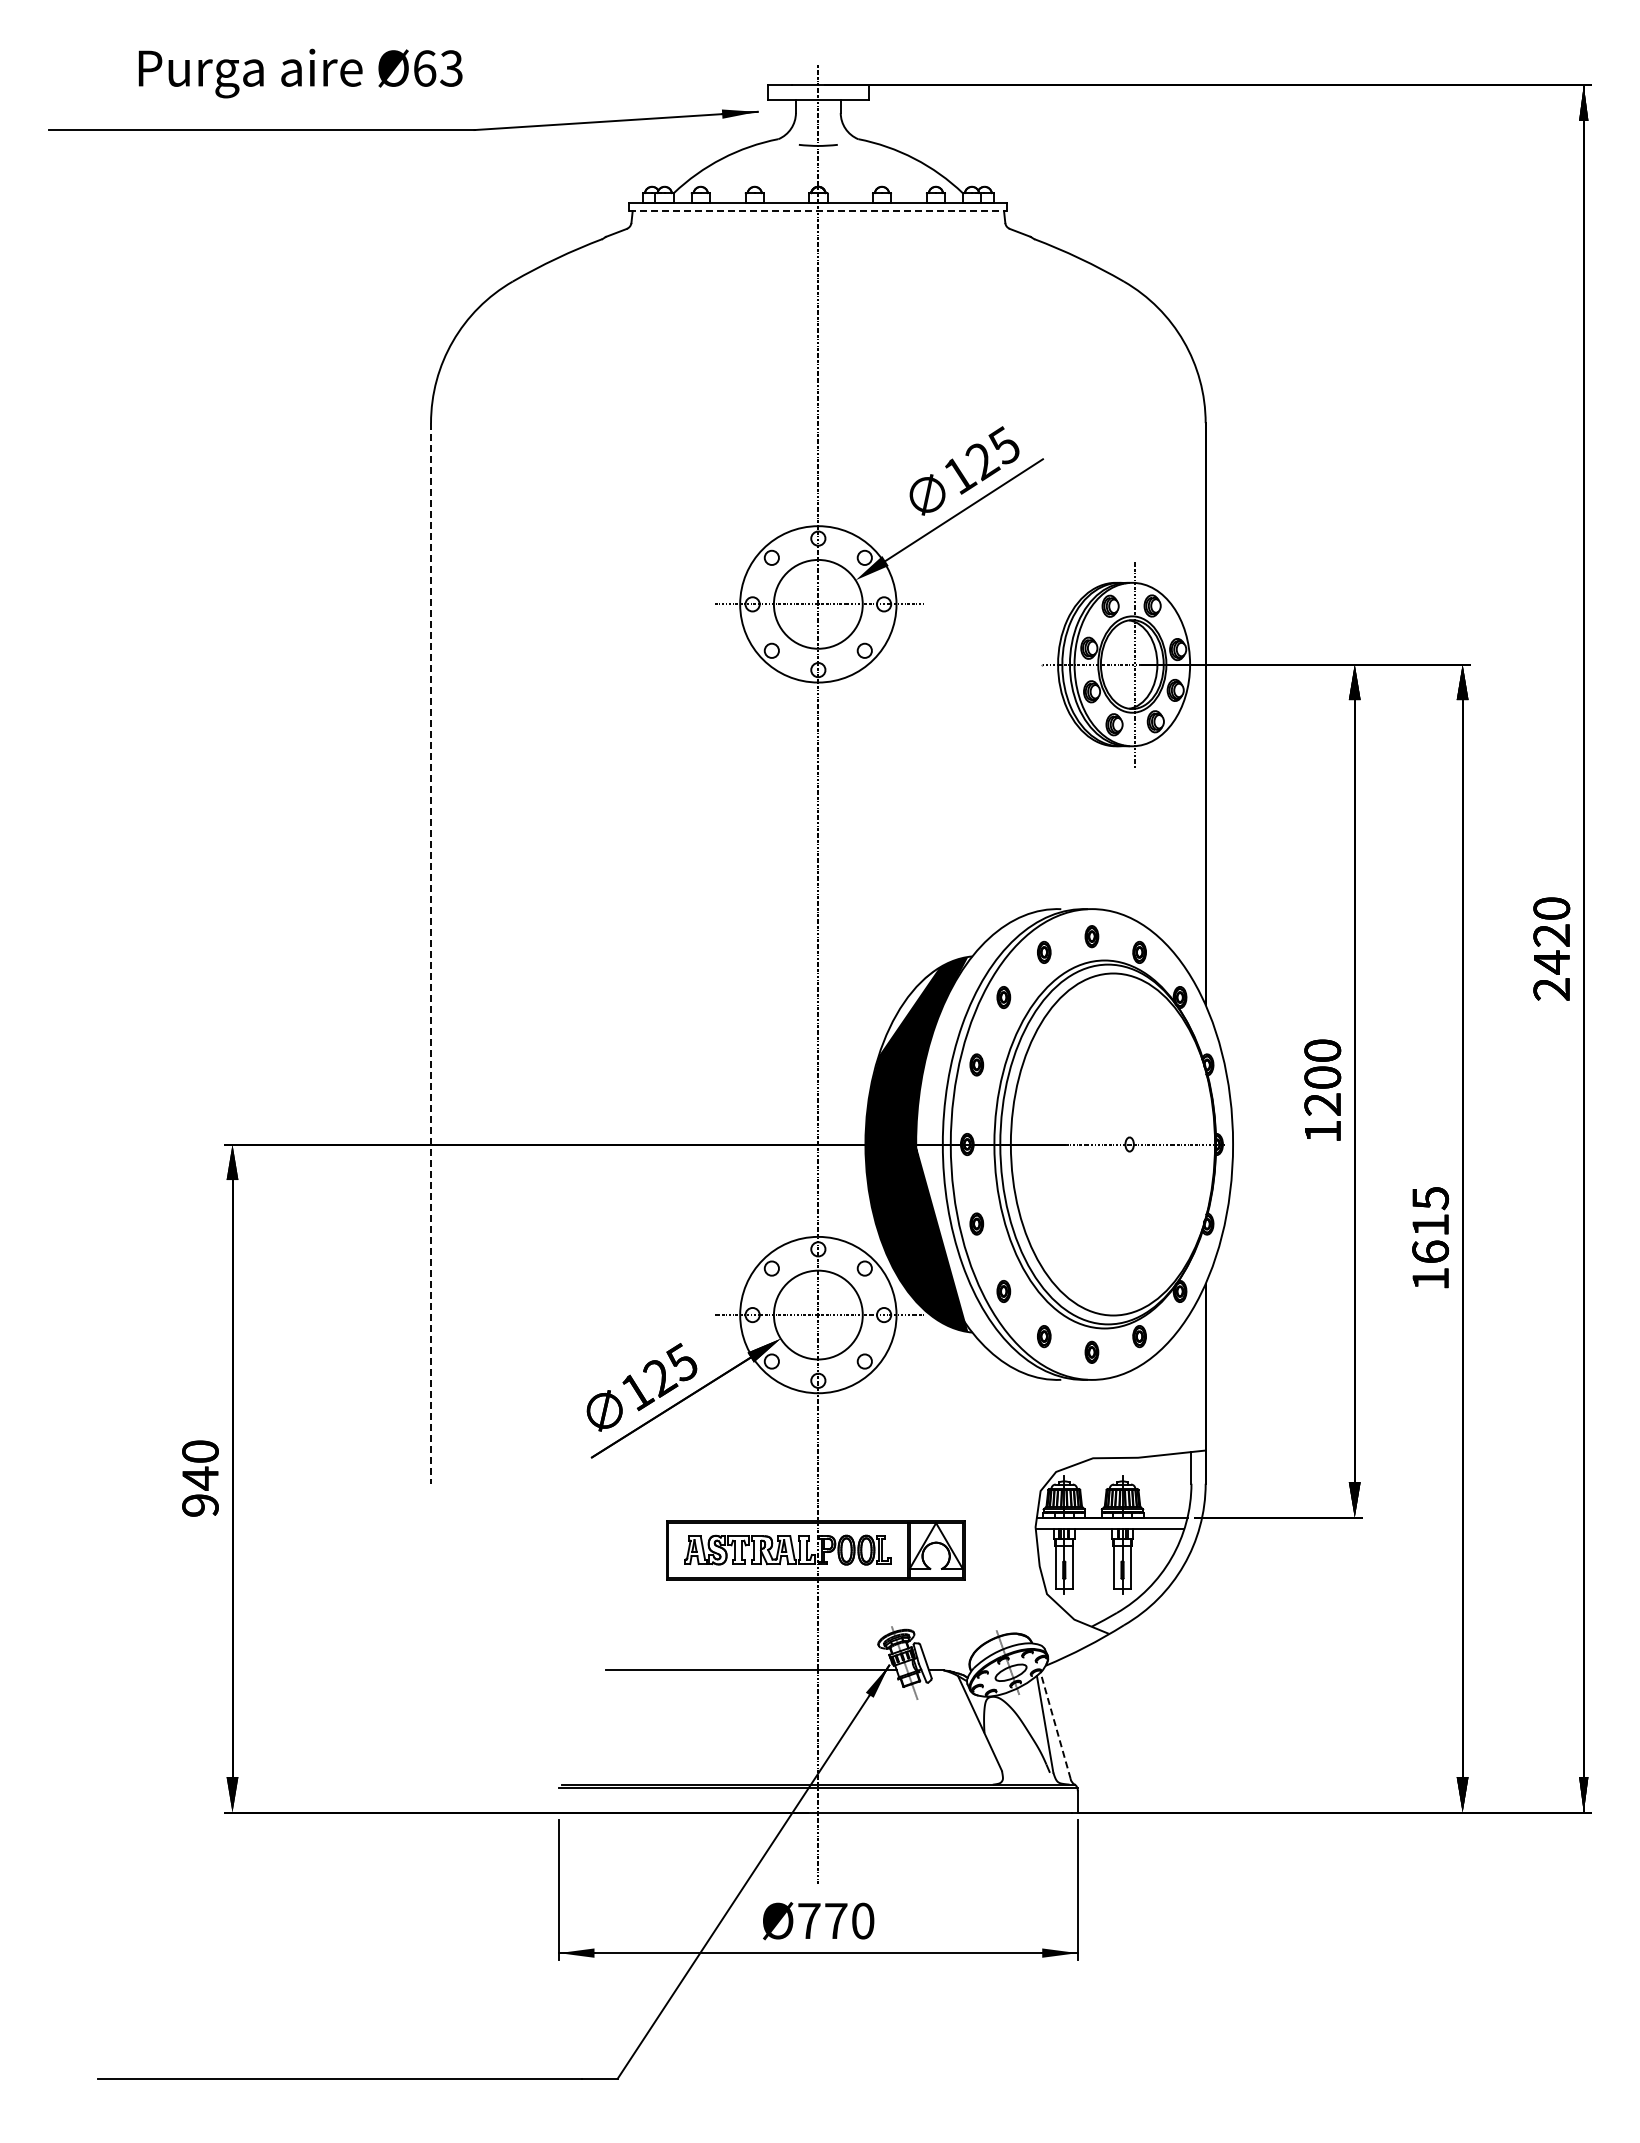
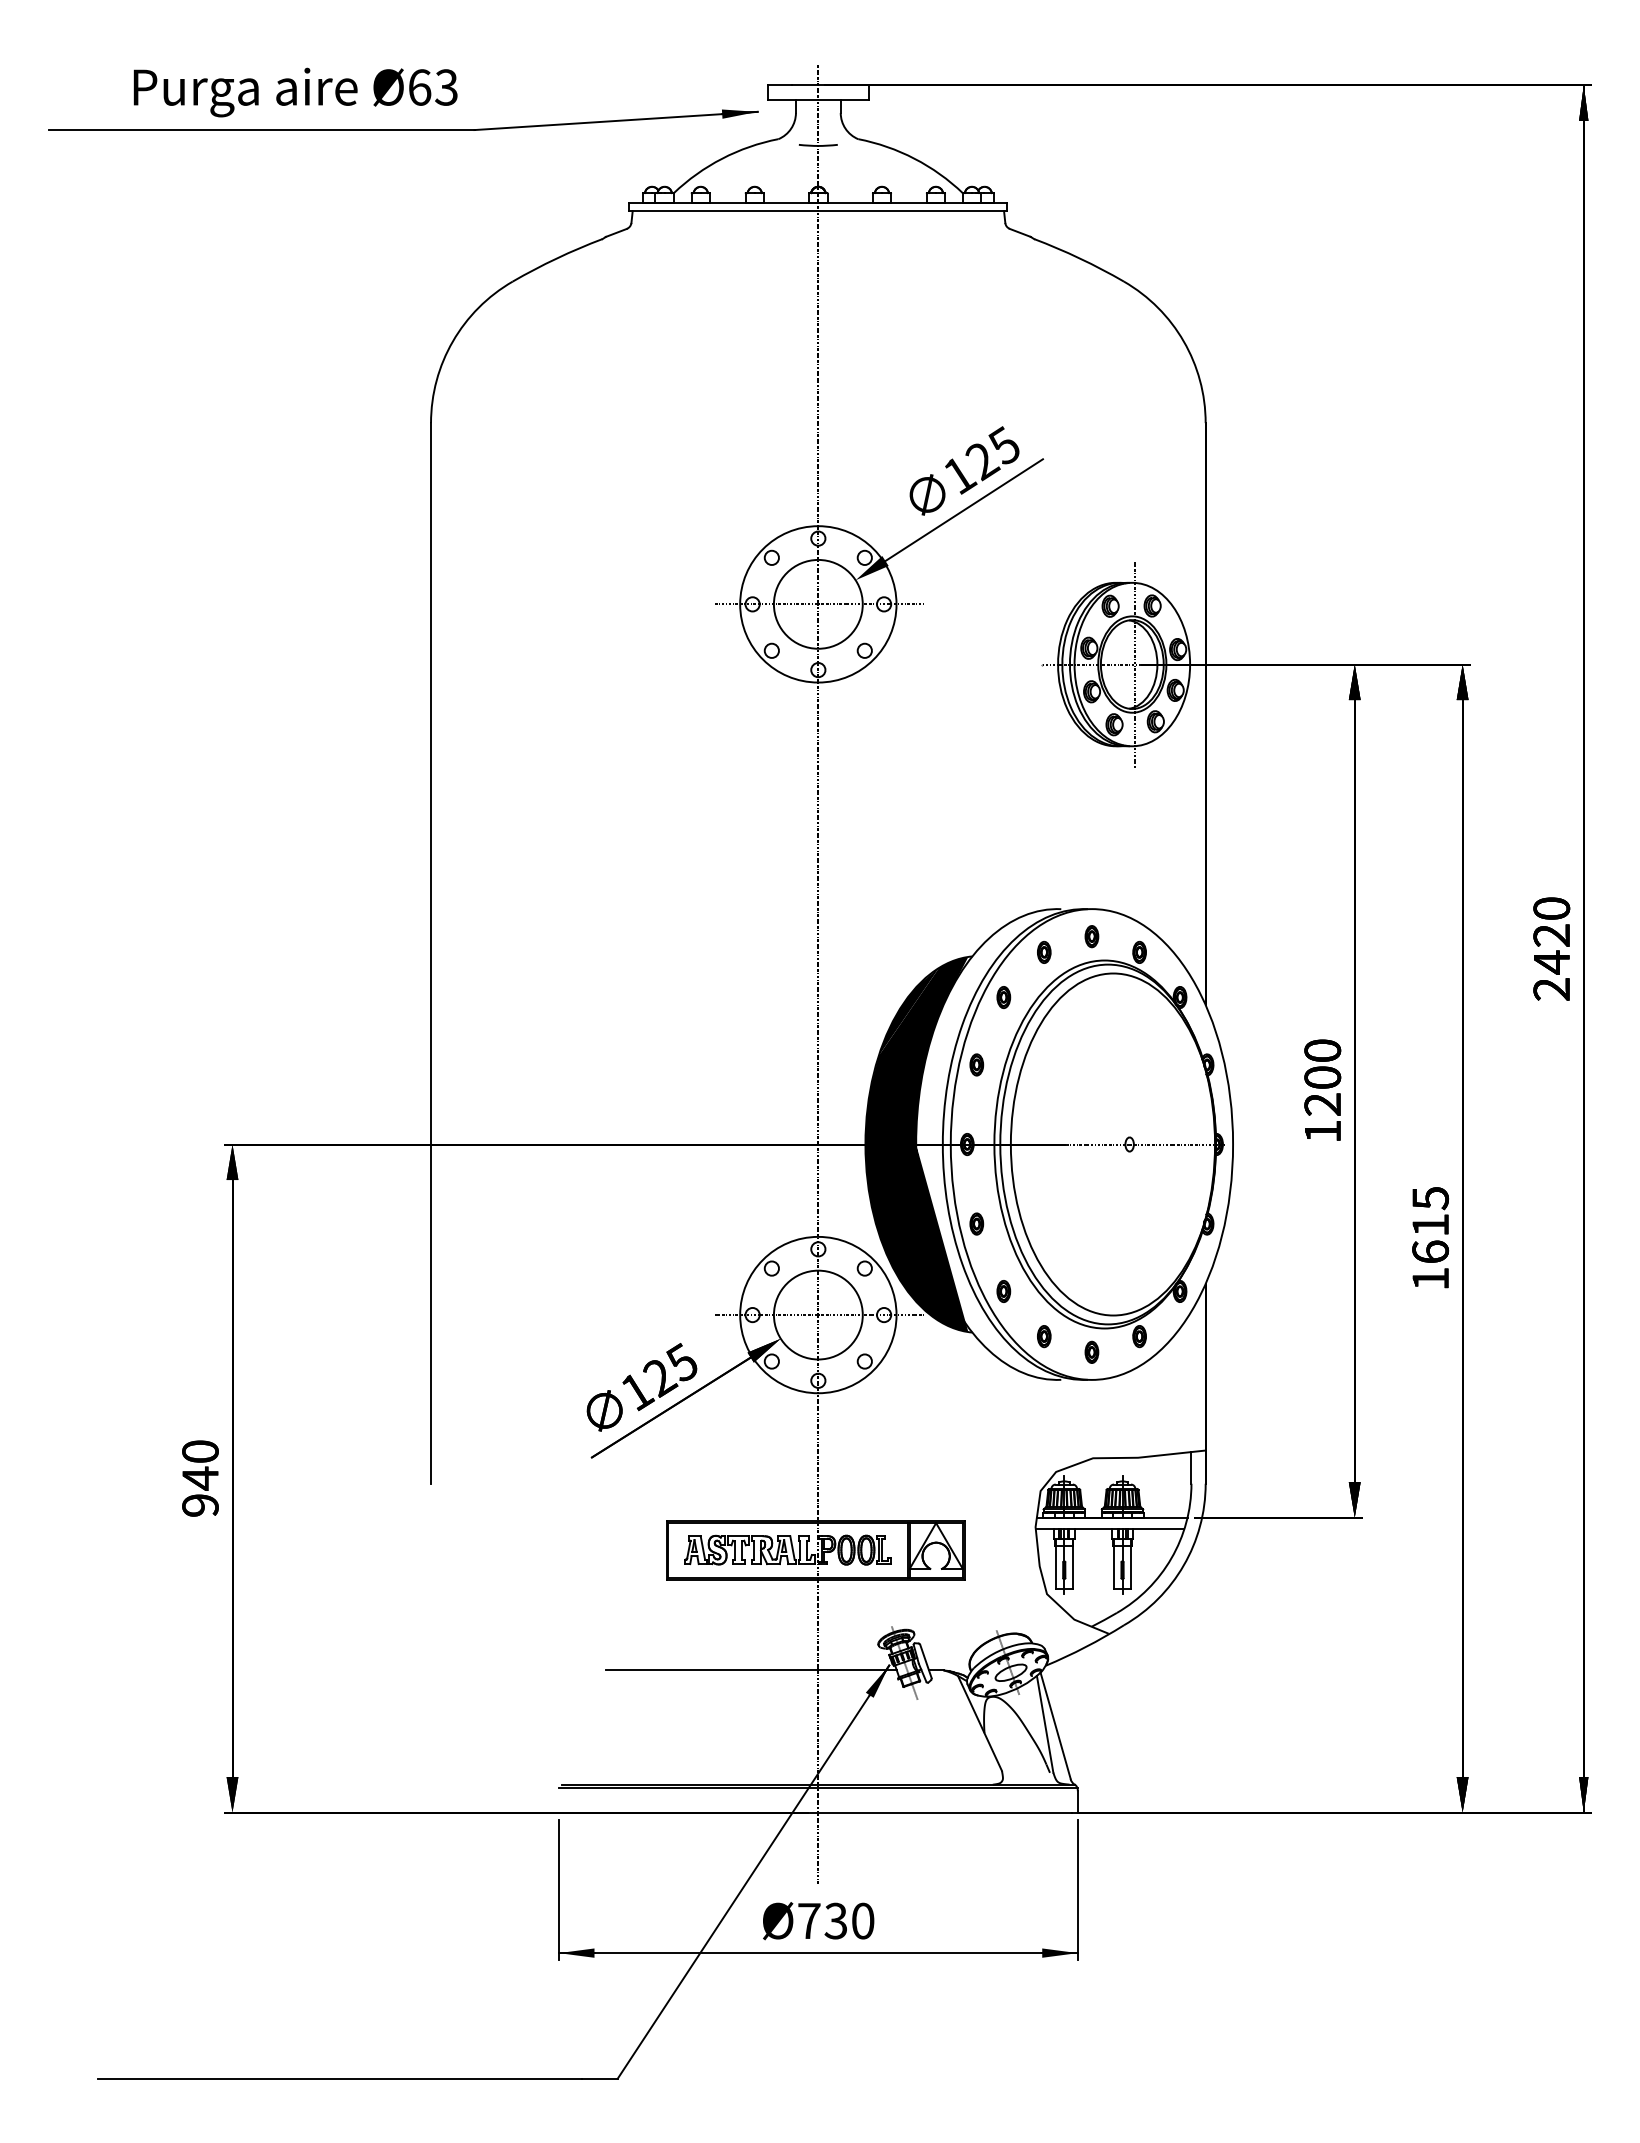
text at (300, 73) position: (300, 73) -> (295, 92)
line at (818, 211): dashed -> solid
line at (431, 953): dashed -> solid
fill at (904, 1027): none -> present
line at (1055, 1725): dashed -> solid
text at (835, 1920): Ø770 -> Ø730
